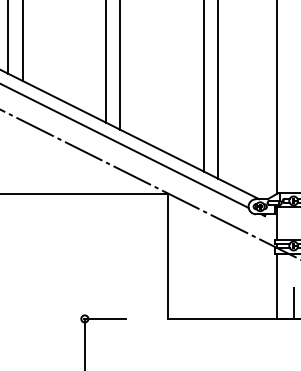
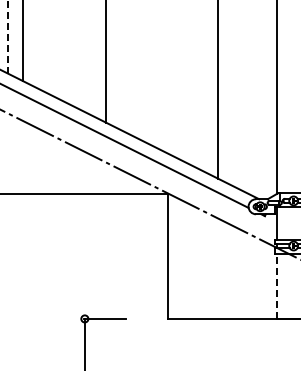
line at (8, 37): solid -> dashed
line at (120, 66): present -> none
line at (203, 86): present -> none
line at (276, 286): solid -> dashed
line at (293, 302): present -> none
